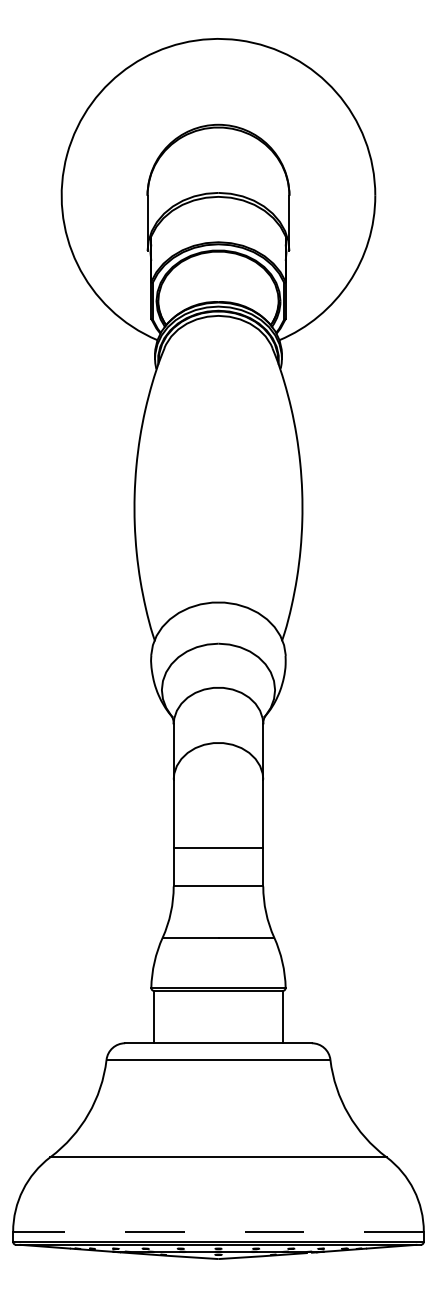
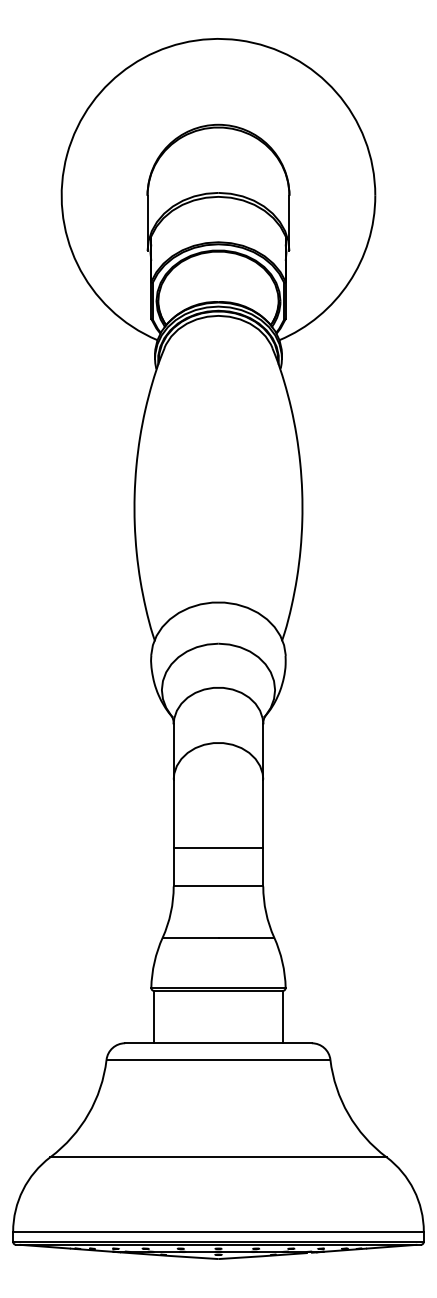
line at (218, 1231): dashed -> solid
